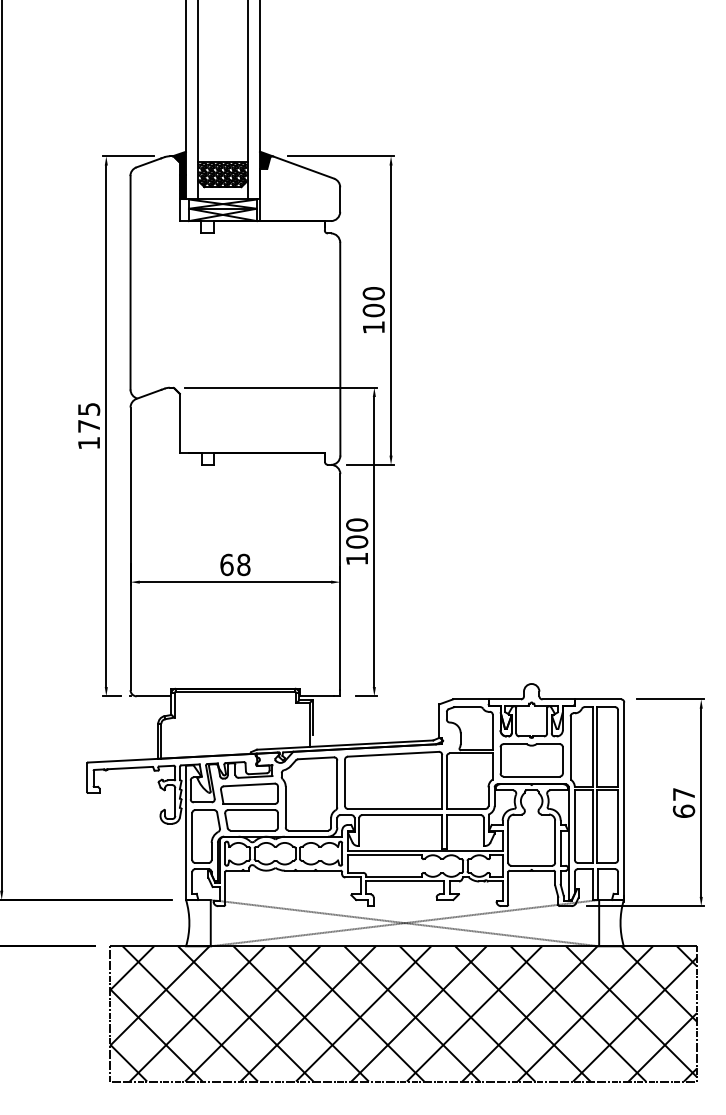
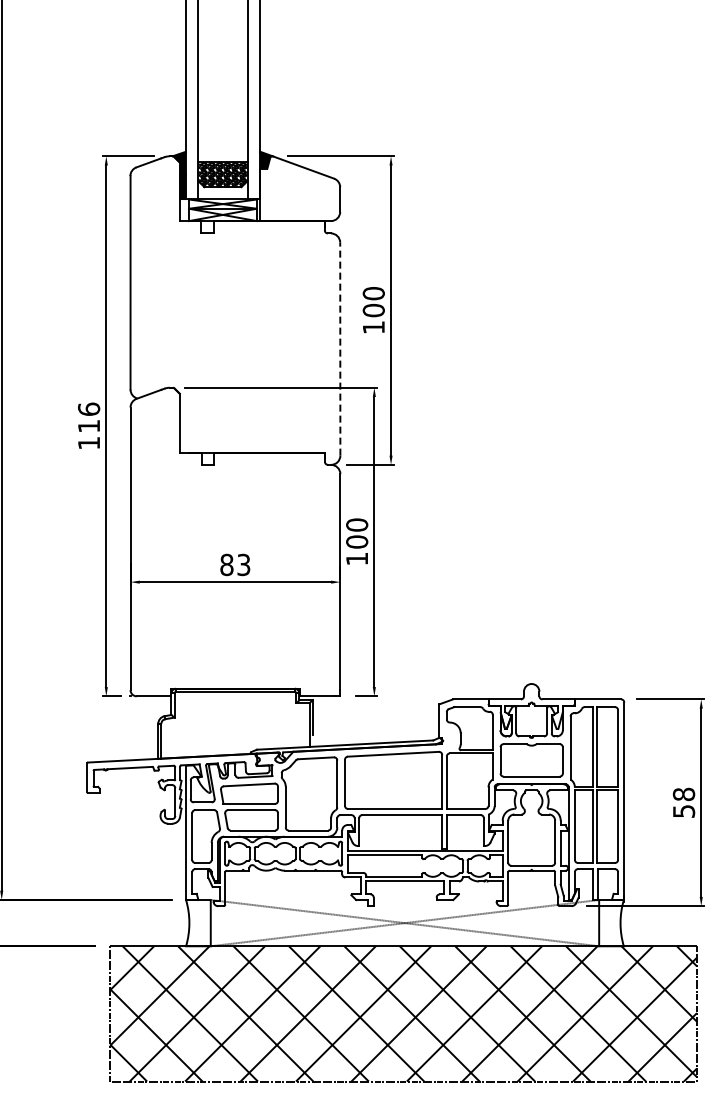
line at (340, 348): solid -> dashed
text at (89, 417): 175 -> 116
text at (235, 564): 68 -> 83
text at (683, 802): 67 -> 58
